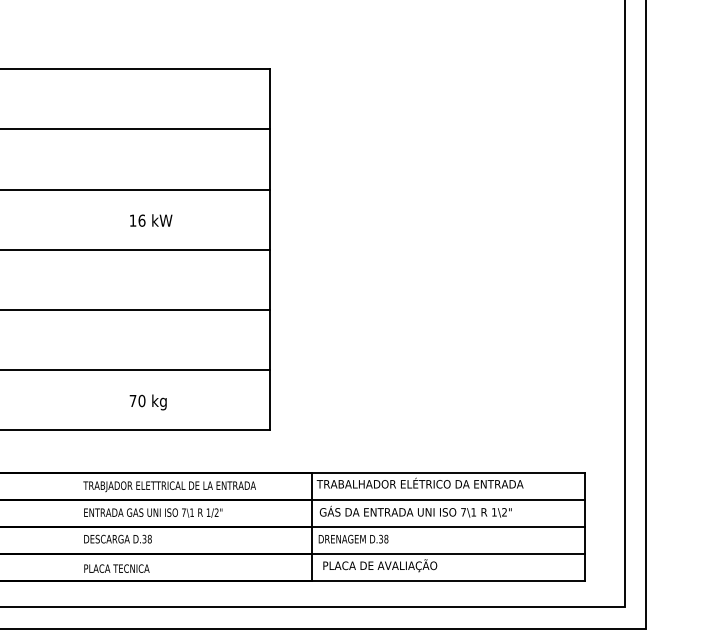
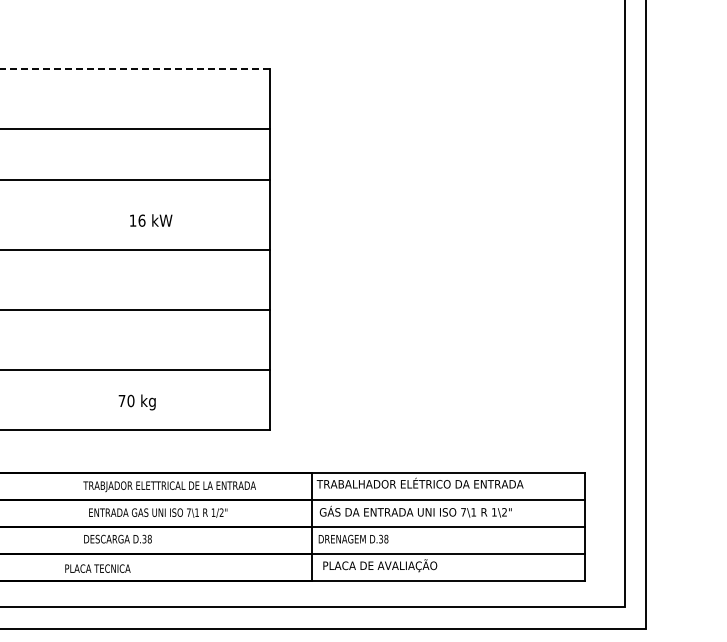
line at (135, 69): solid -> dashed
line at (136, 189) position: (136, 189) -> (136, 179)
text at (147, 402) position: (147, 402) -> (136, 402)
text at (153, 512) position: (153, 512) -> (158, 512)
text at (116, 568) position: (116, 568) -> (97, 568)
